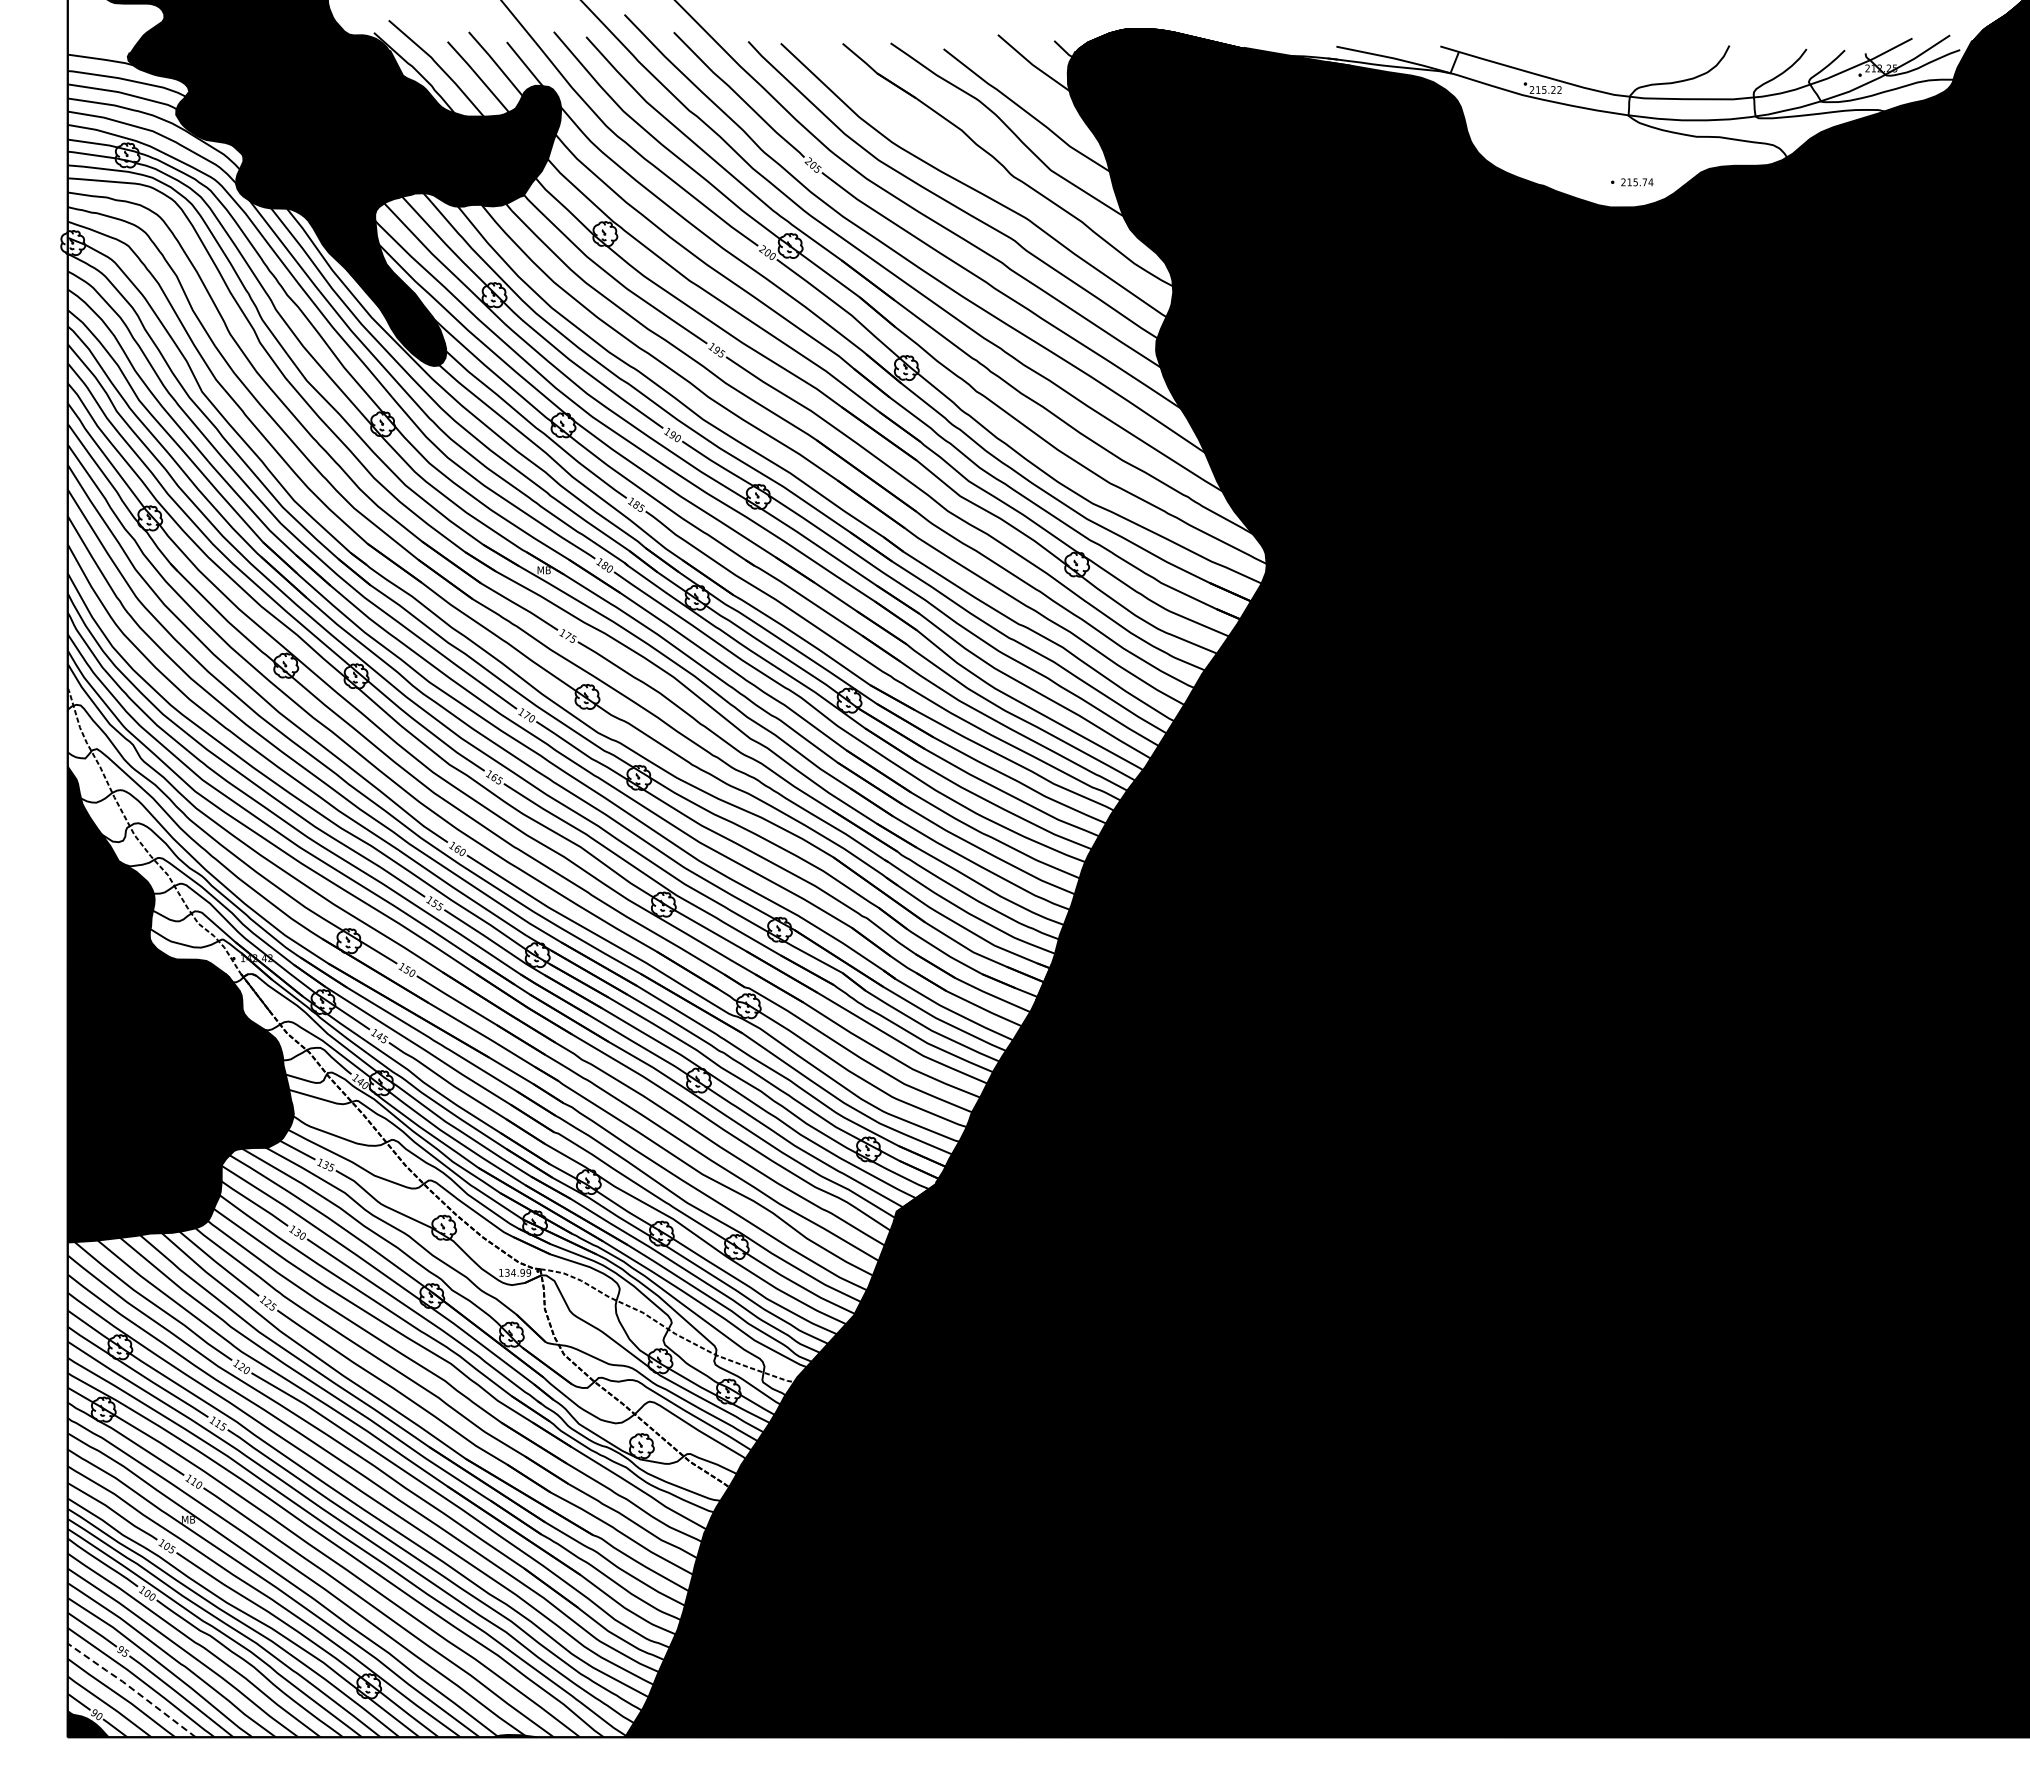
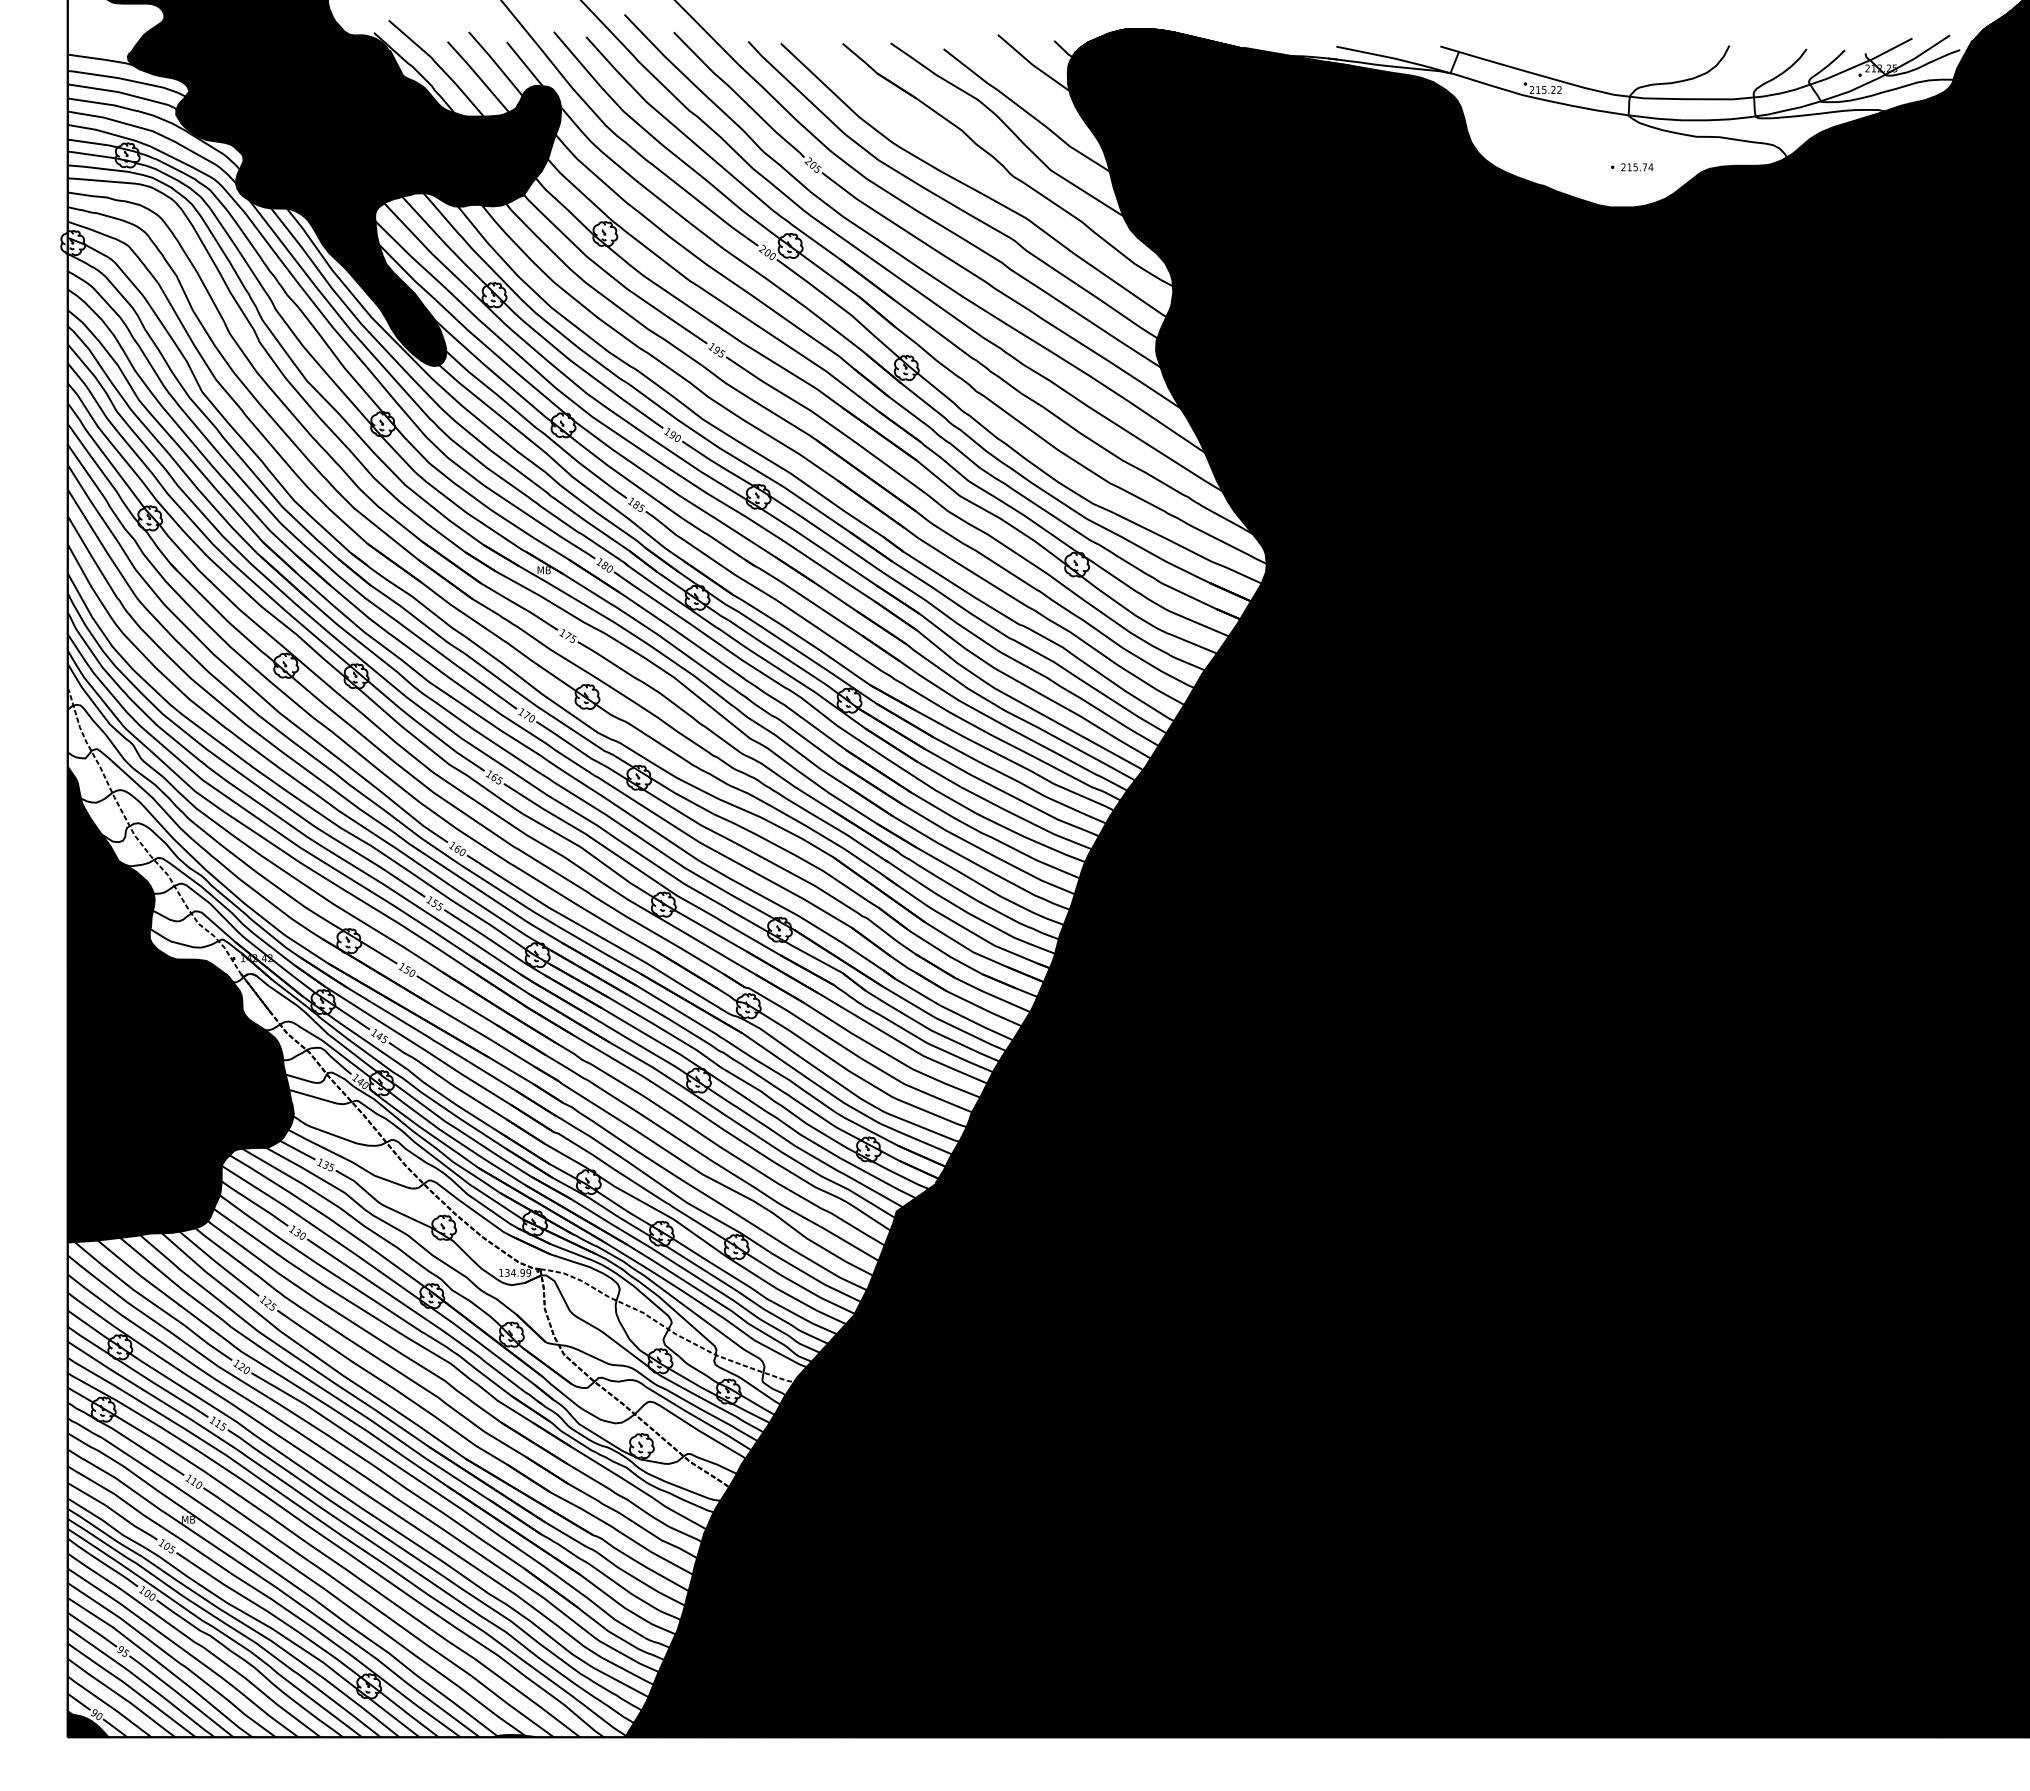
part at (1632, 182) position: (1632, 182) -> (1632, 167)
line at (131, 1688): dashed -> solid
